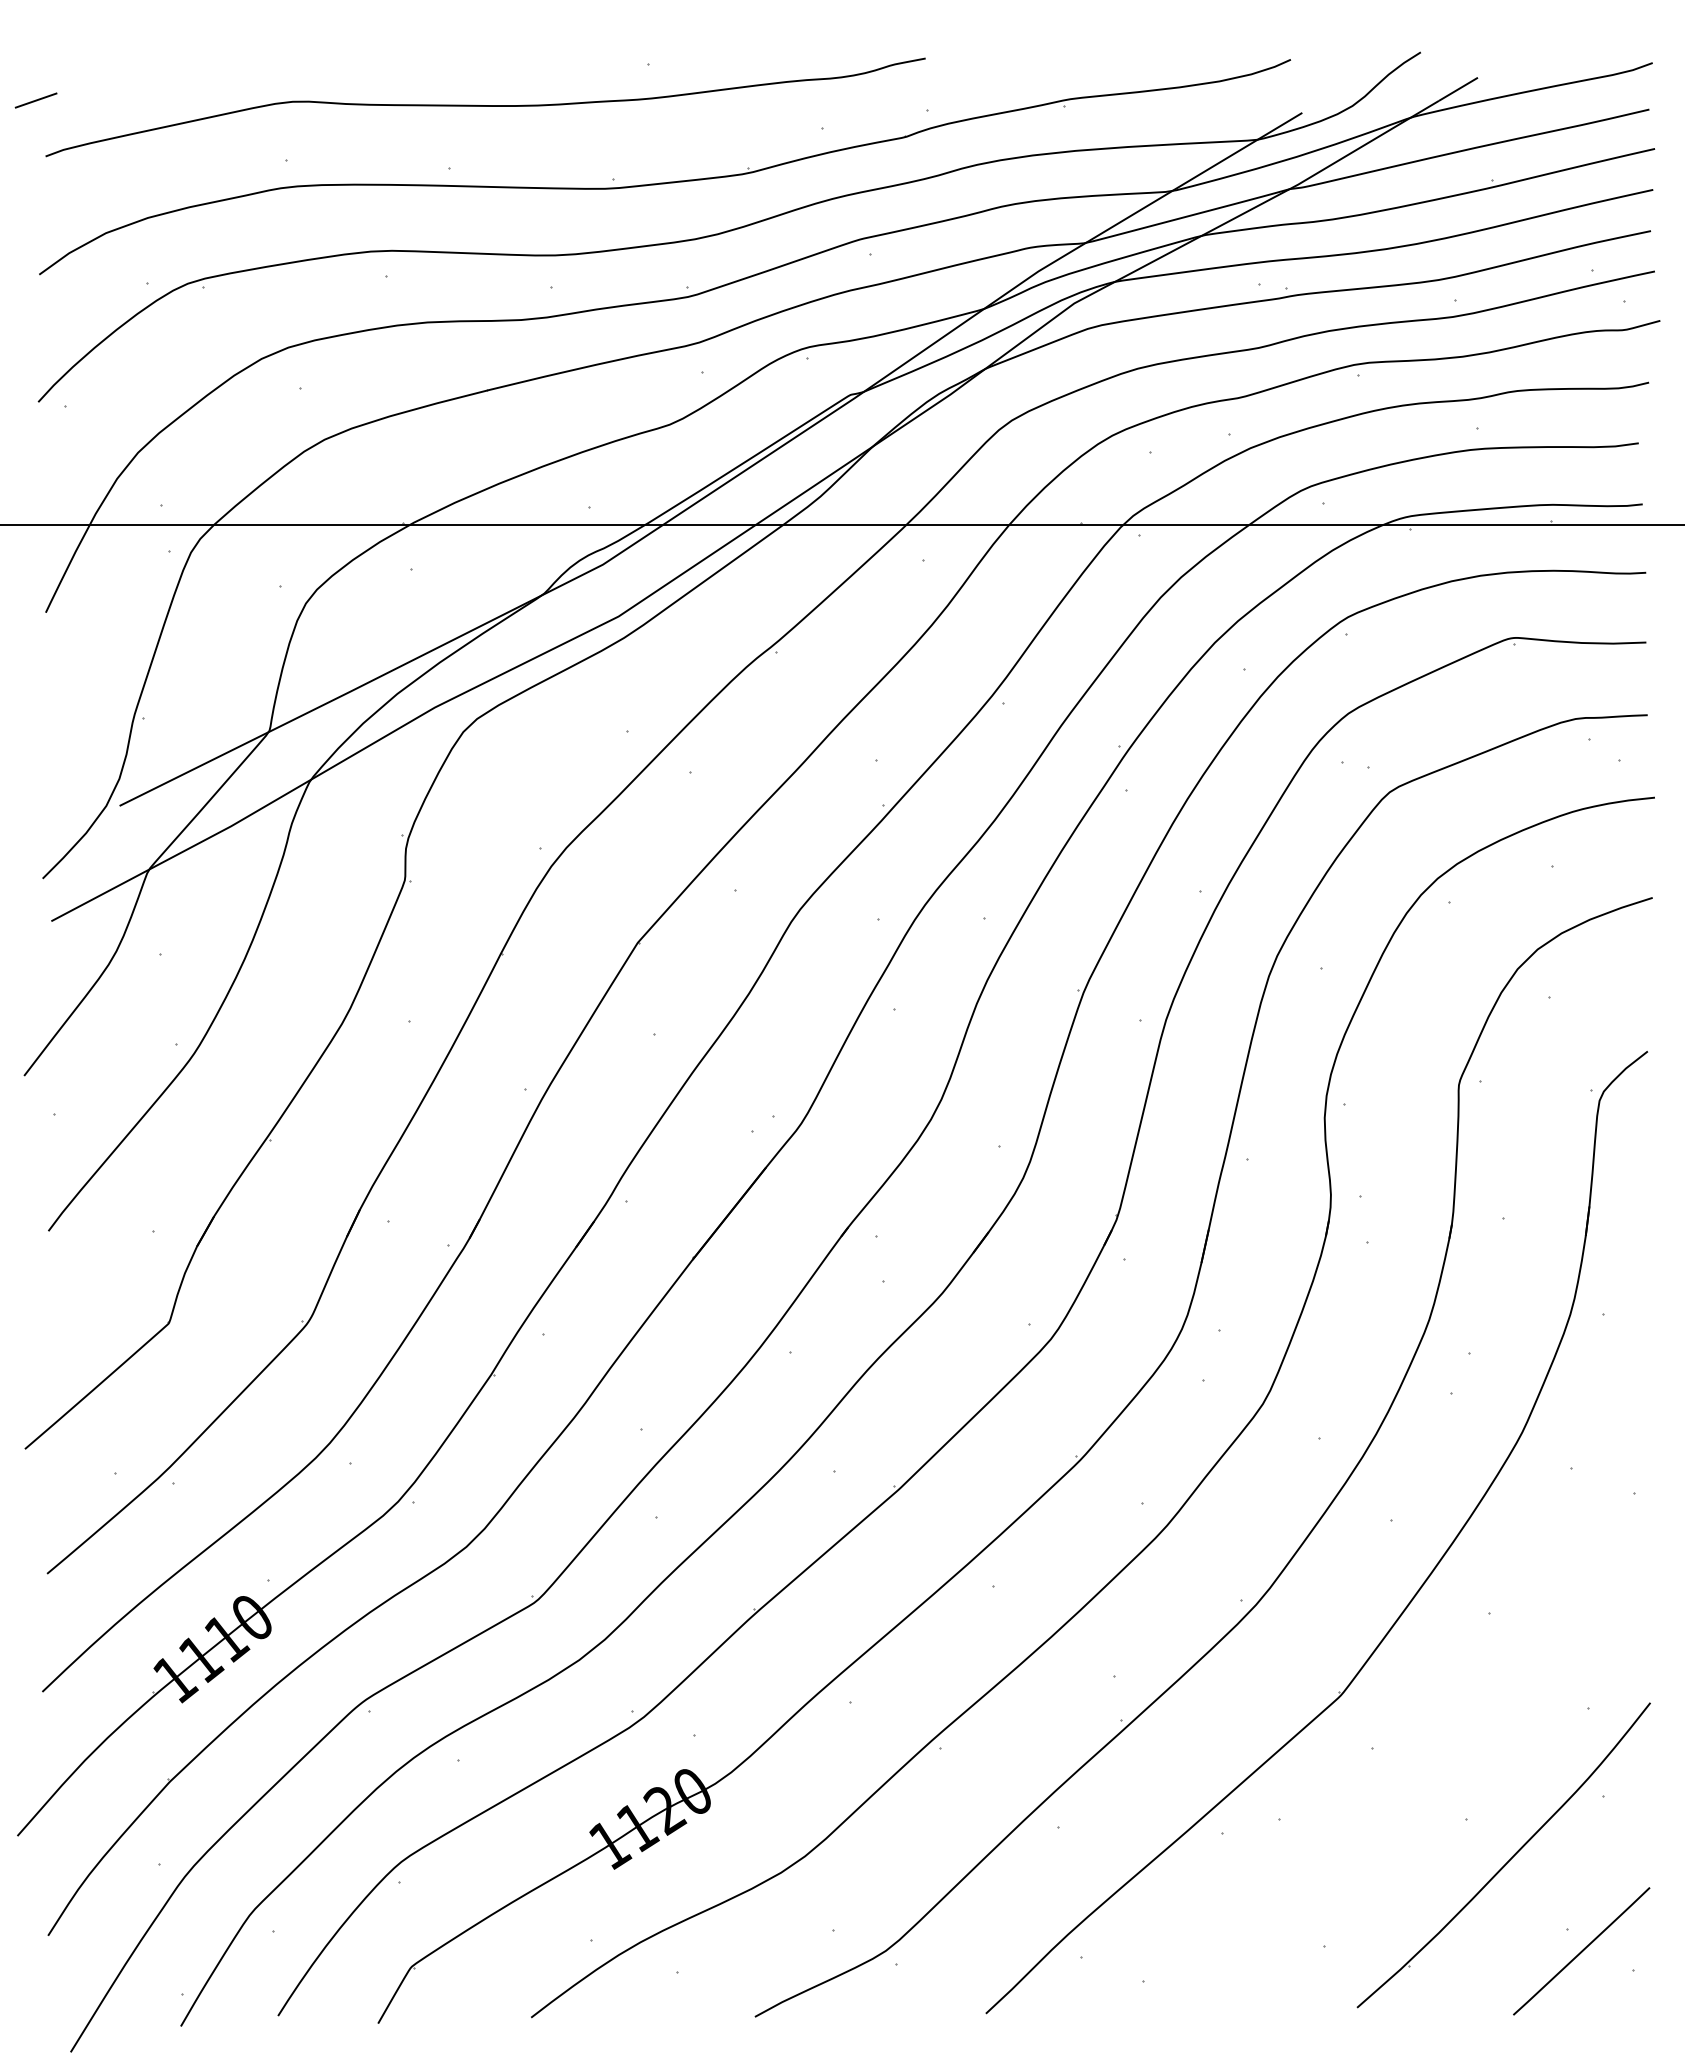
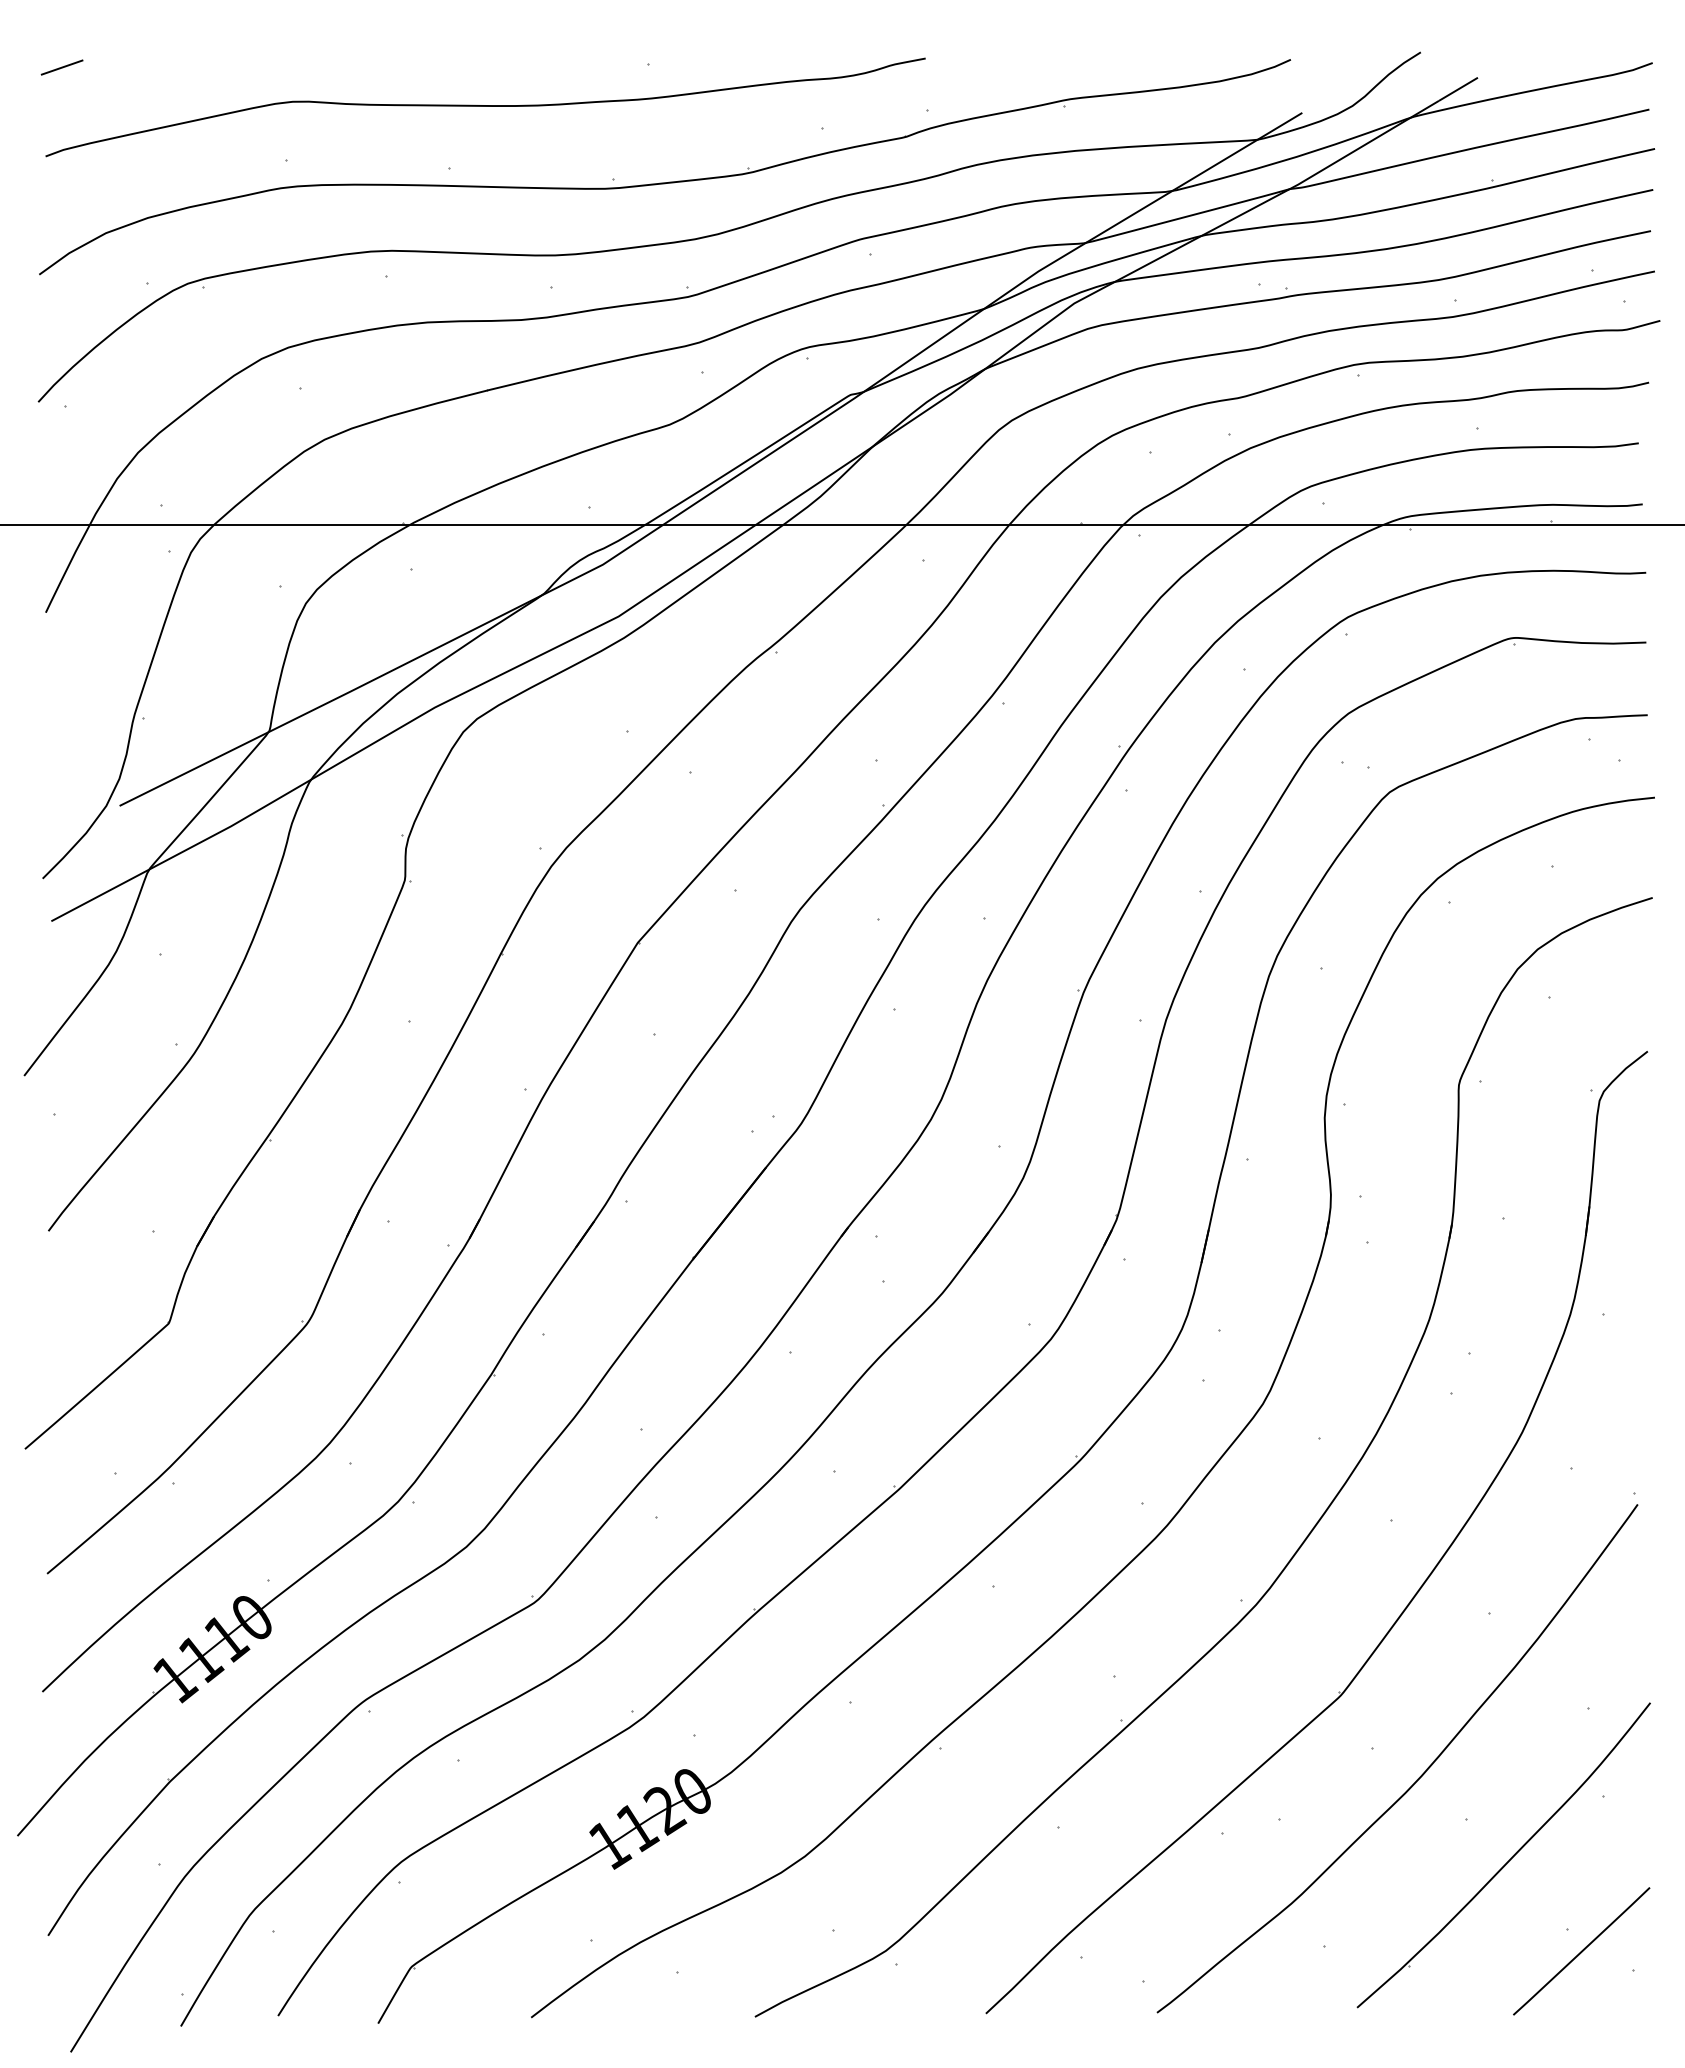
line at (35, 100) position: (35, 100) -> (61, 67)
curve at (1418, 1777): none -> present
